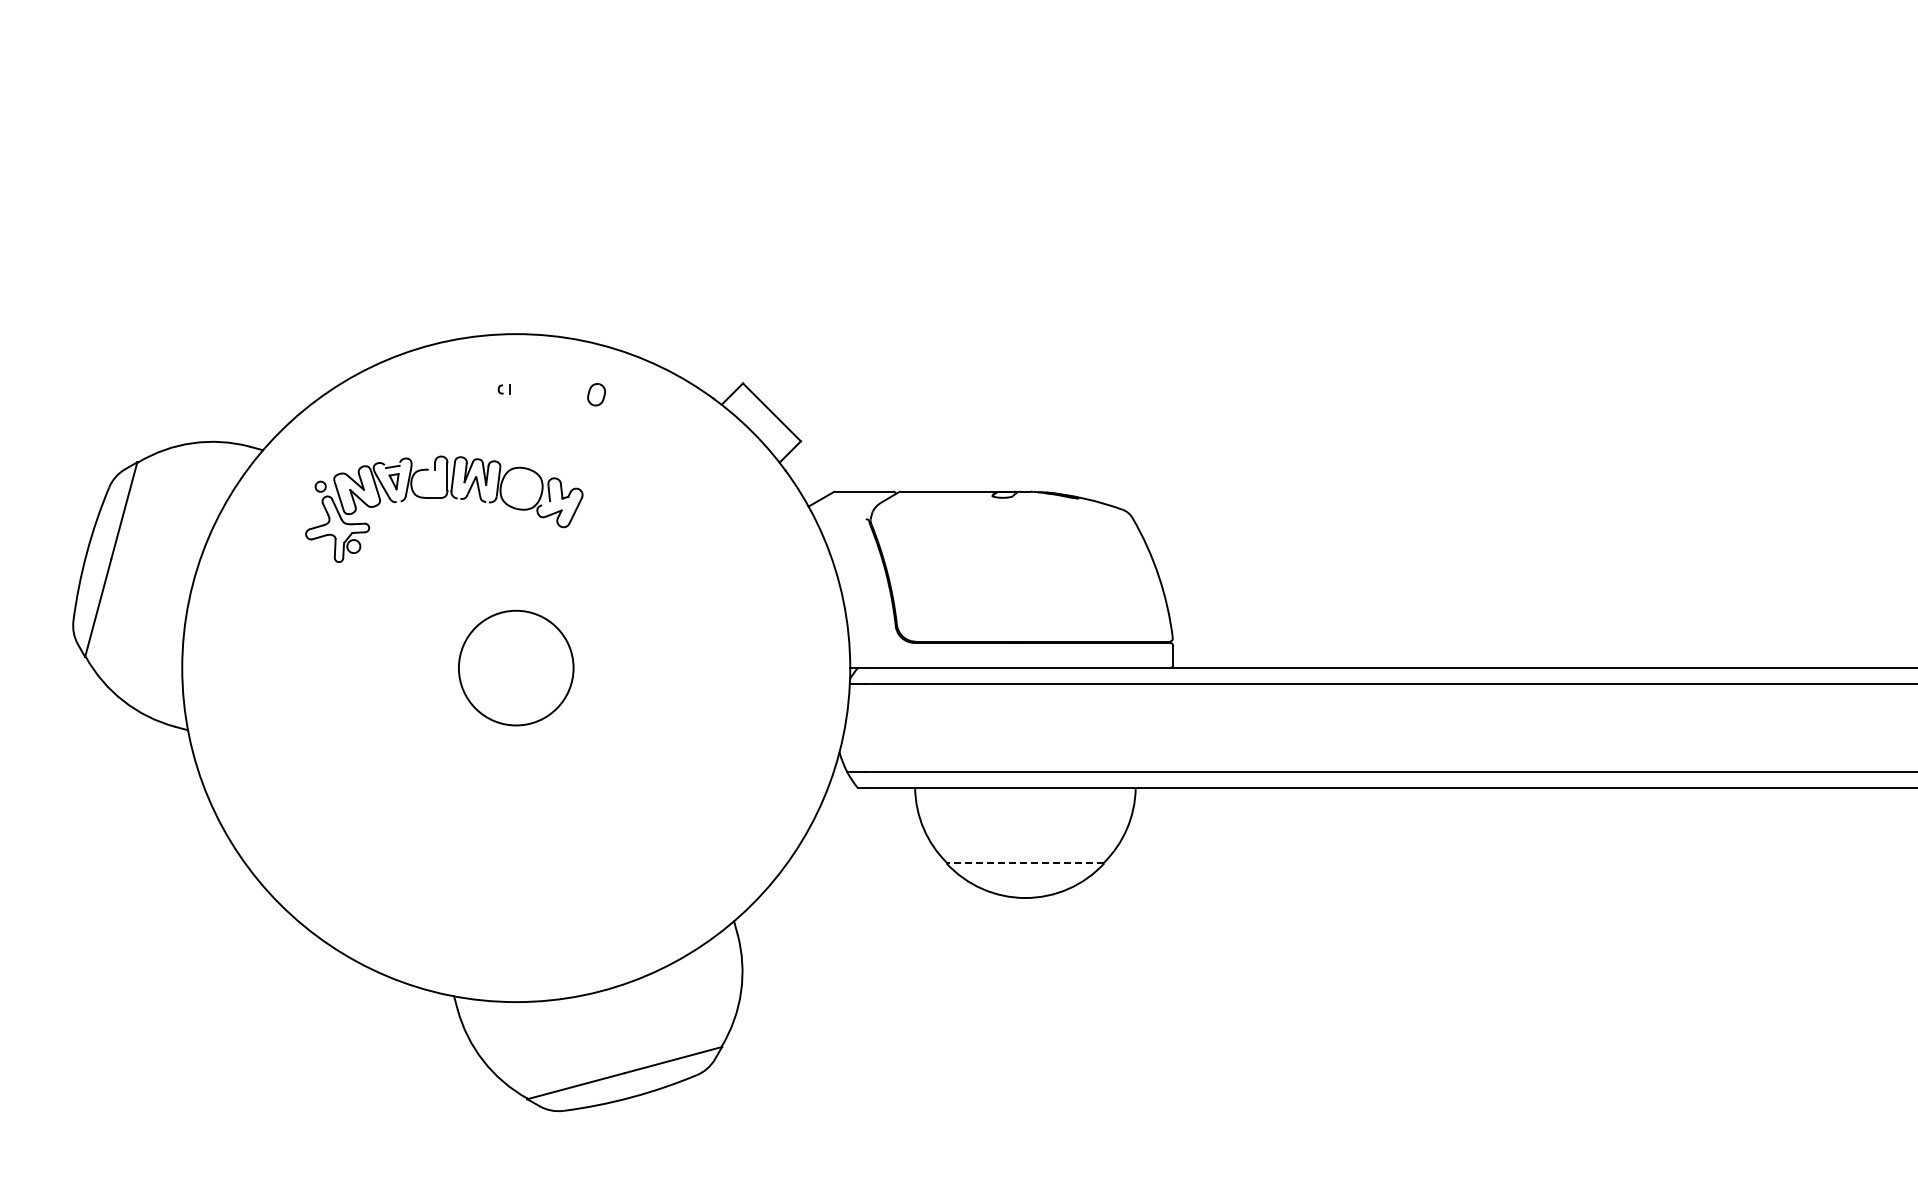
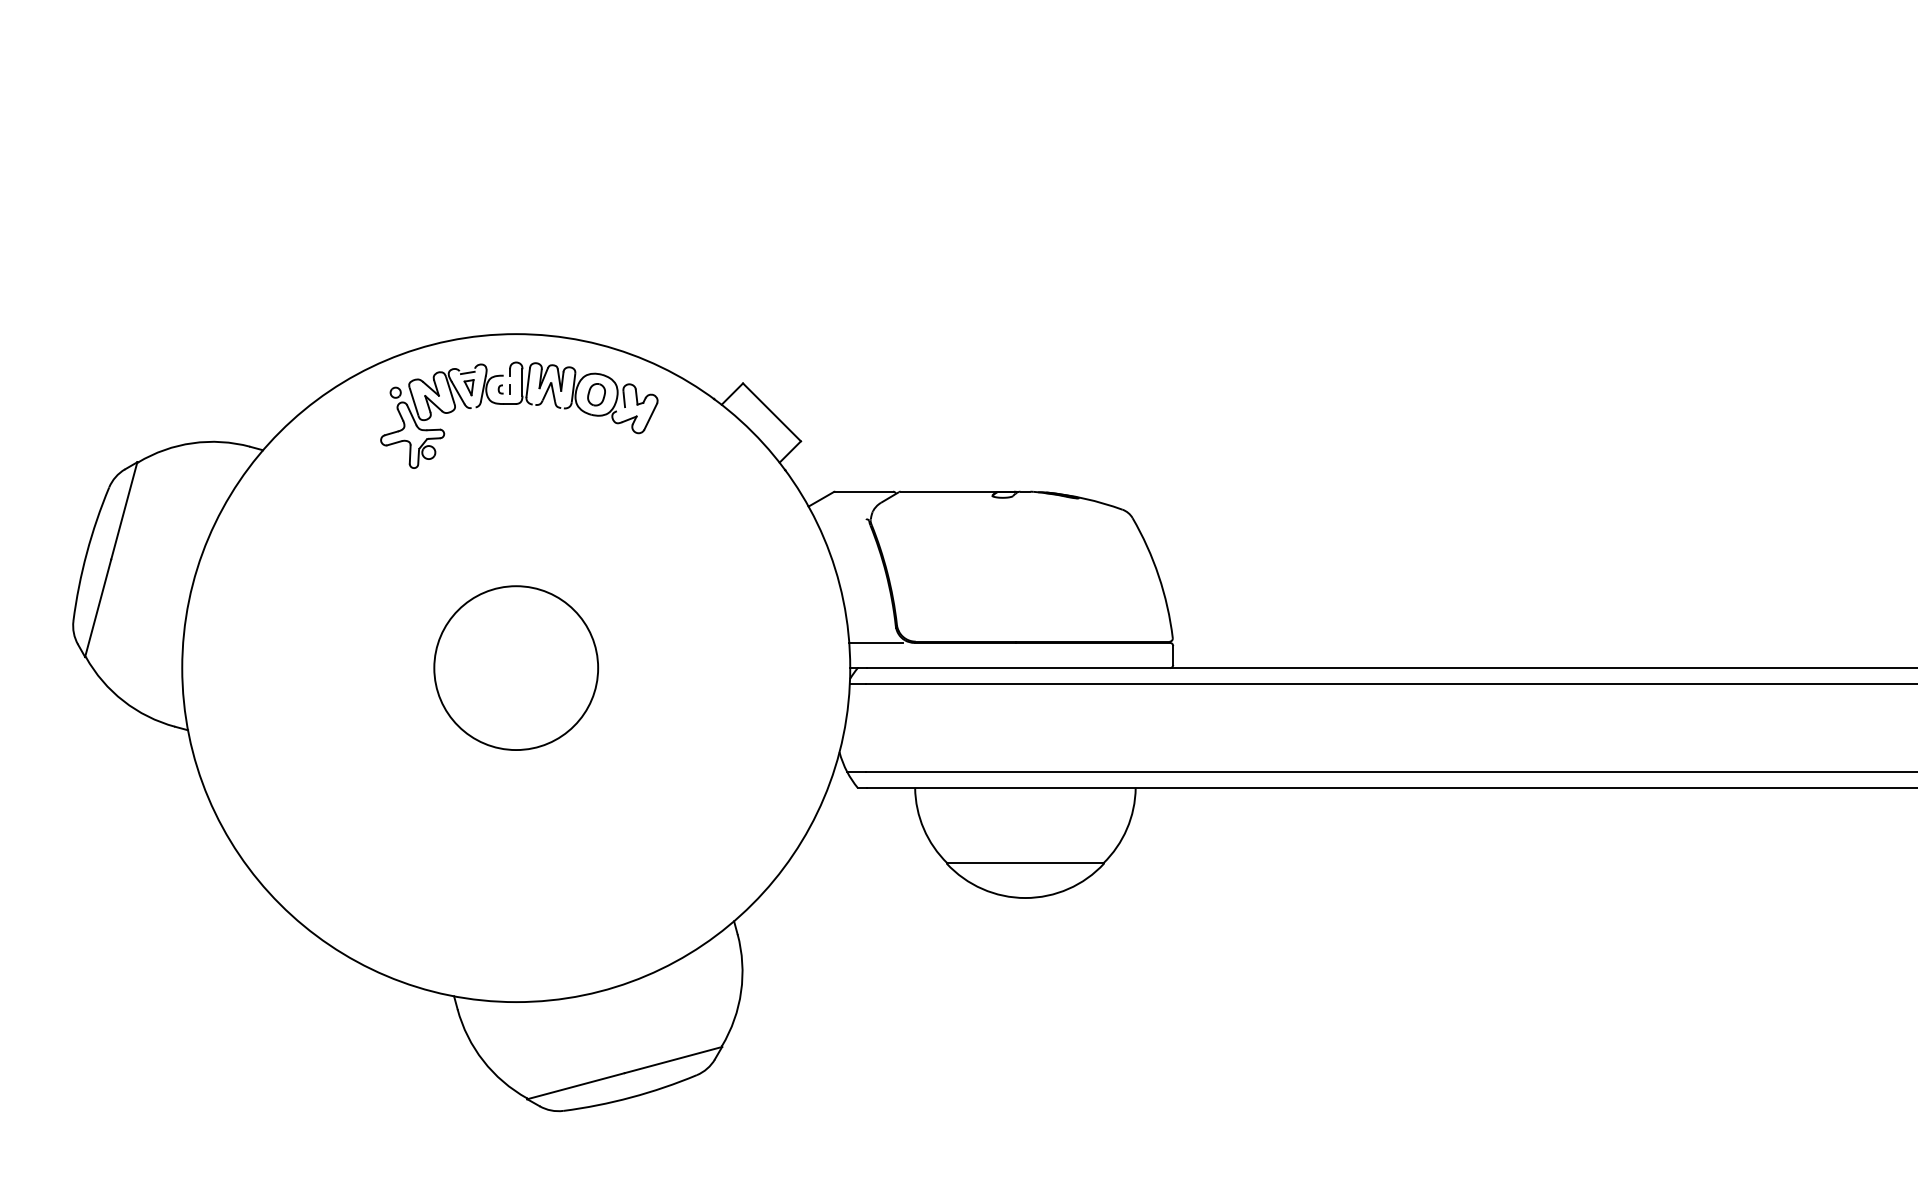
part at (444, 498) position: (444, 498) -> (519, 404)
line at (876, 642): none -> present
circle at (515, 667) diameter: 115 px -> 164 px
line at (1025, 863): dashed -> solid
